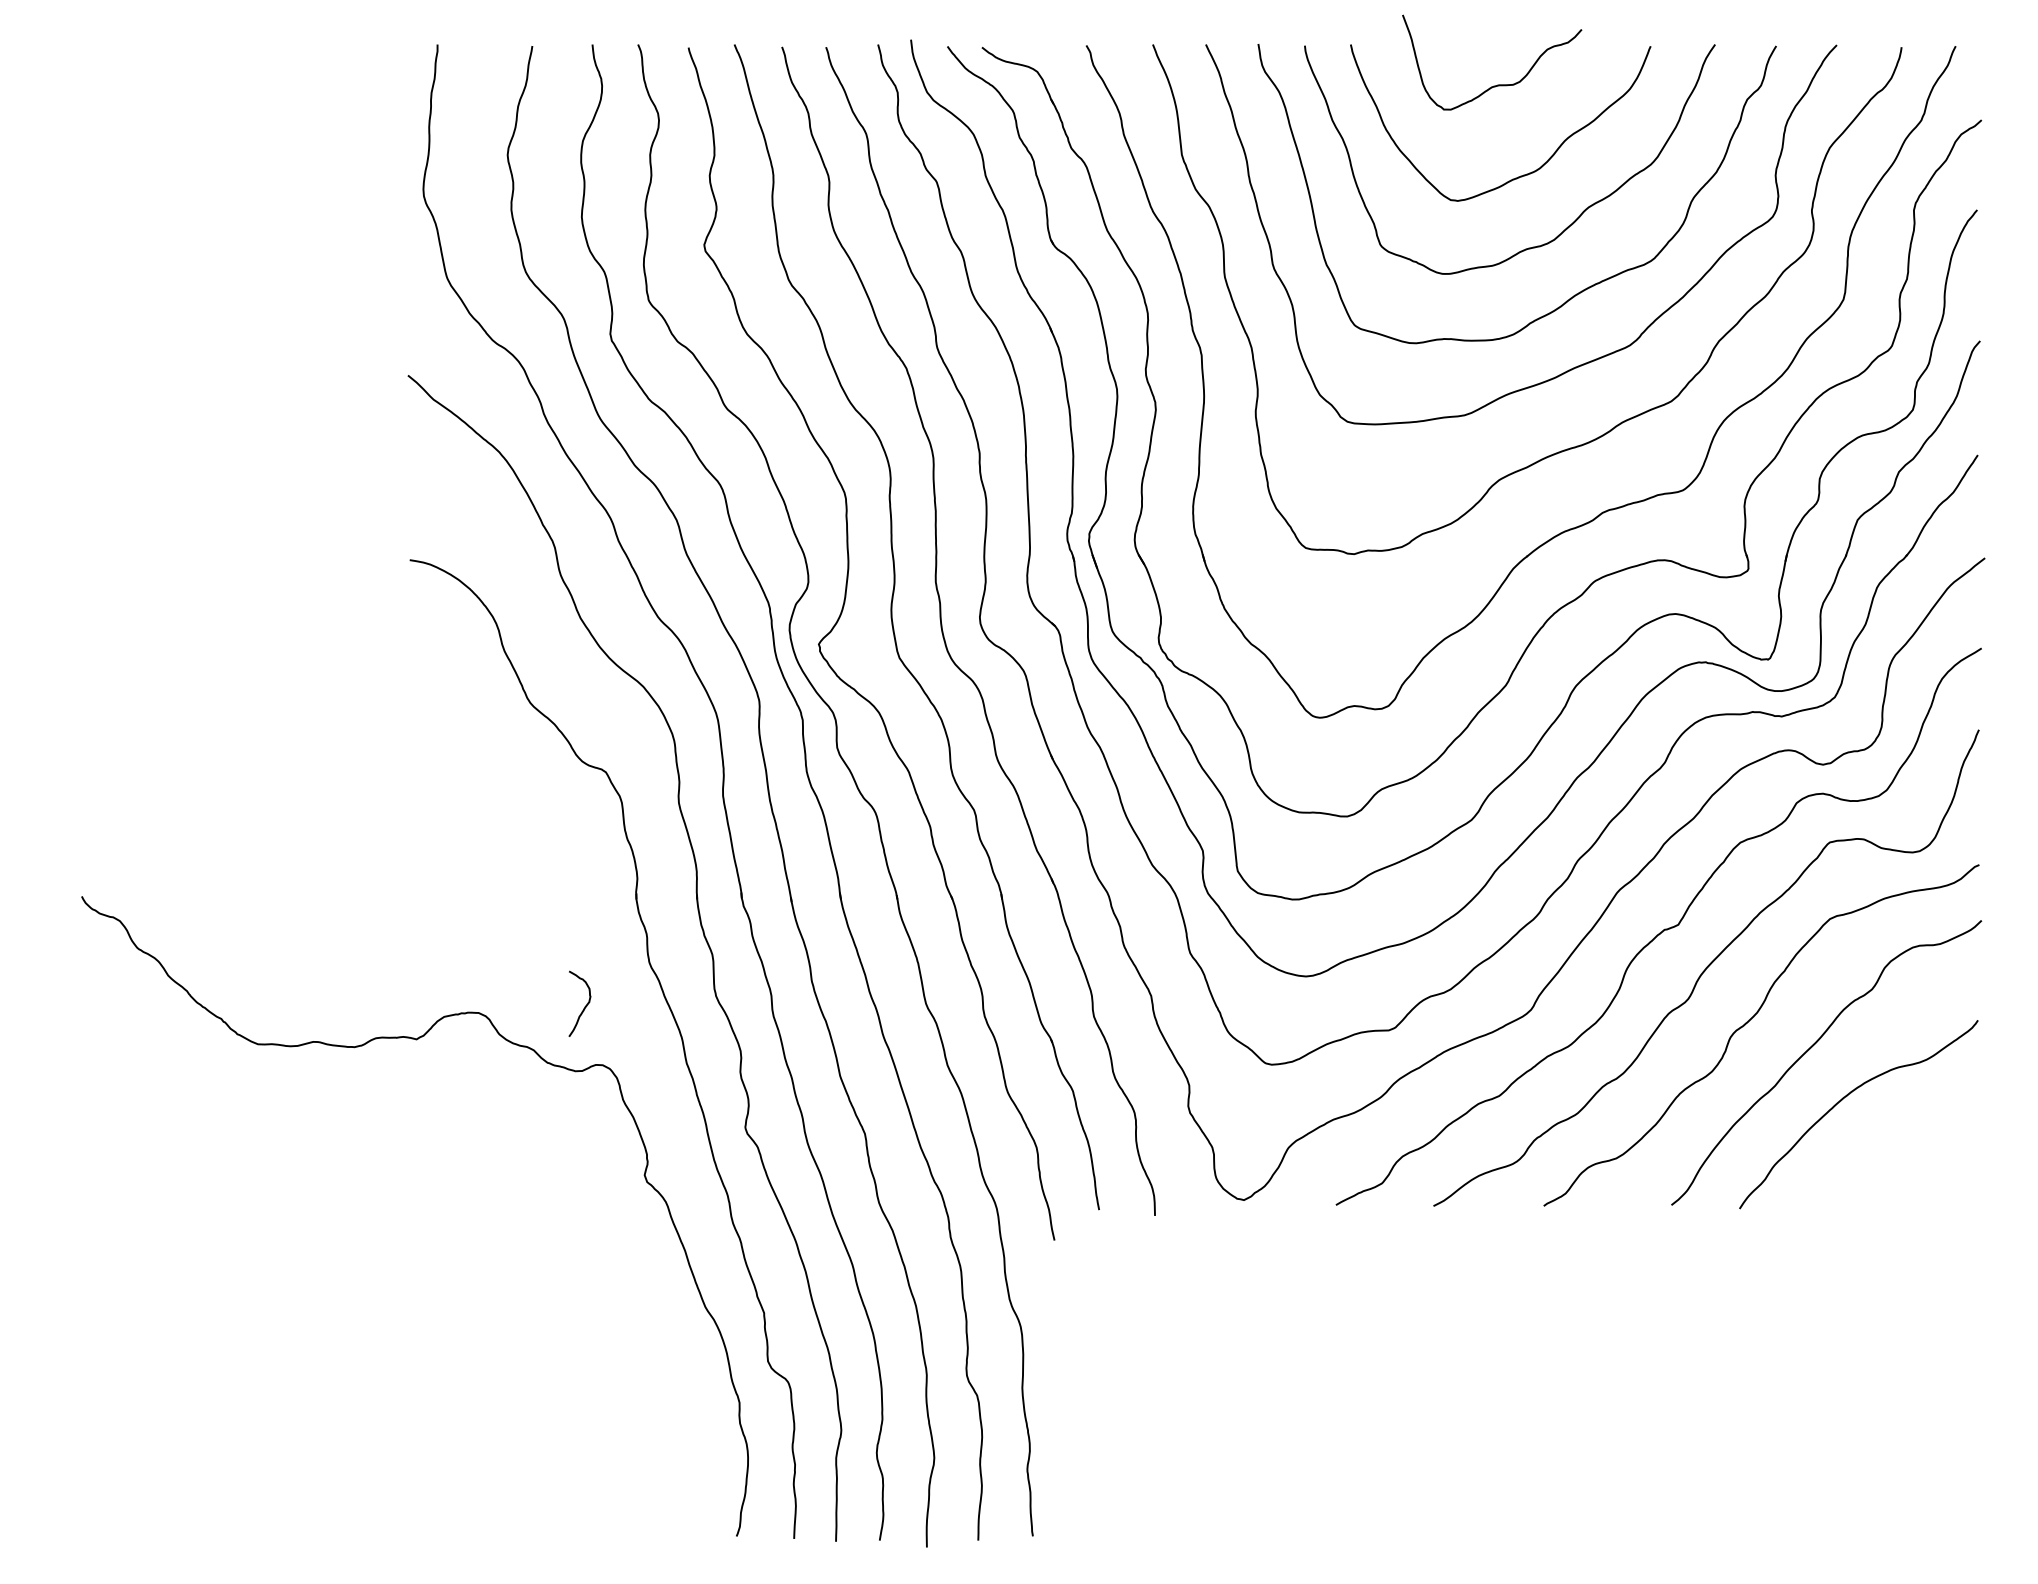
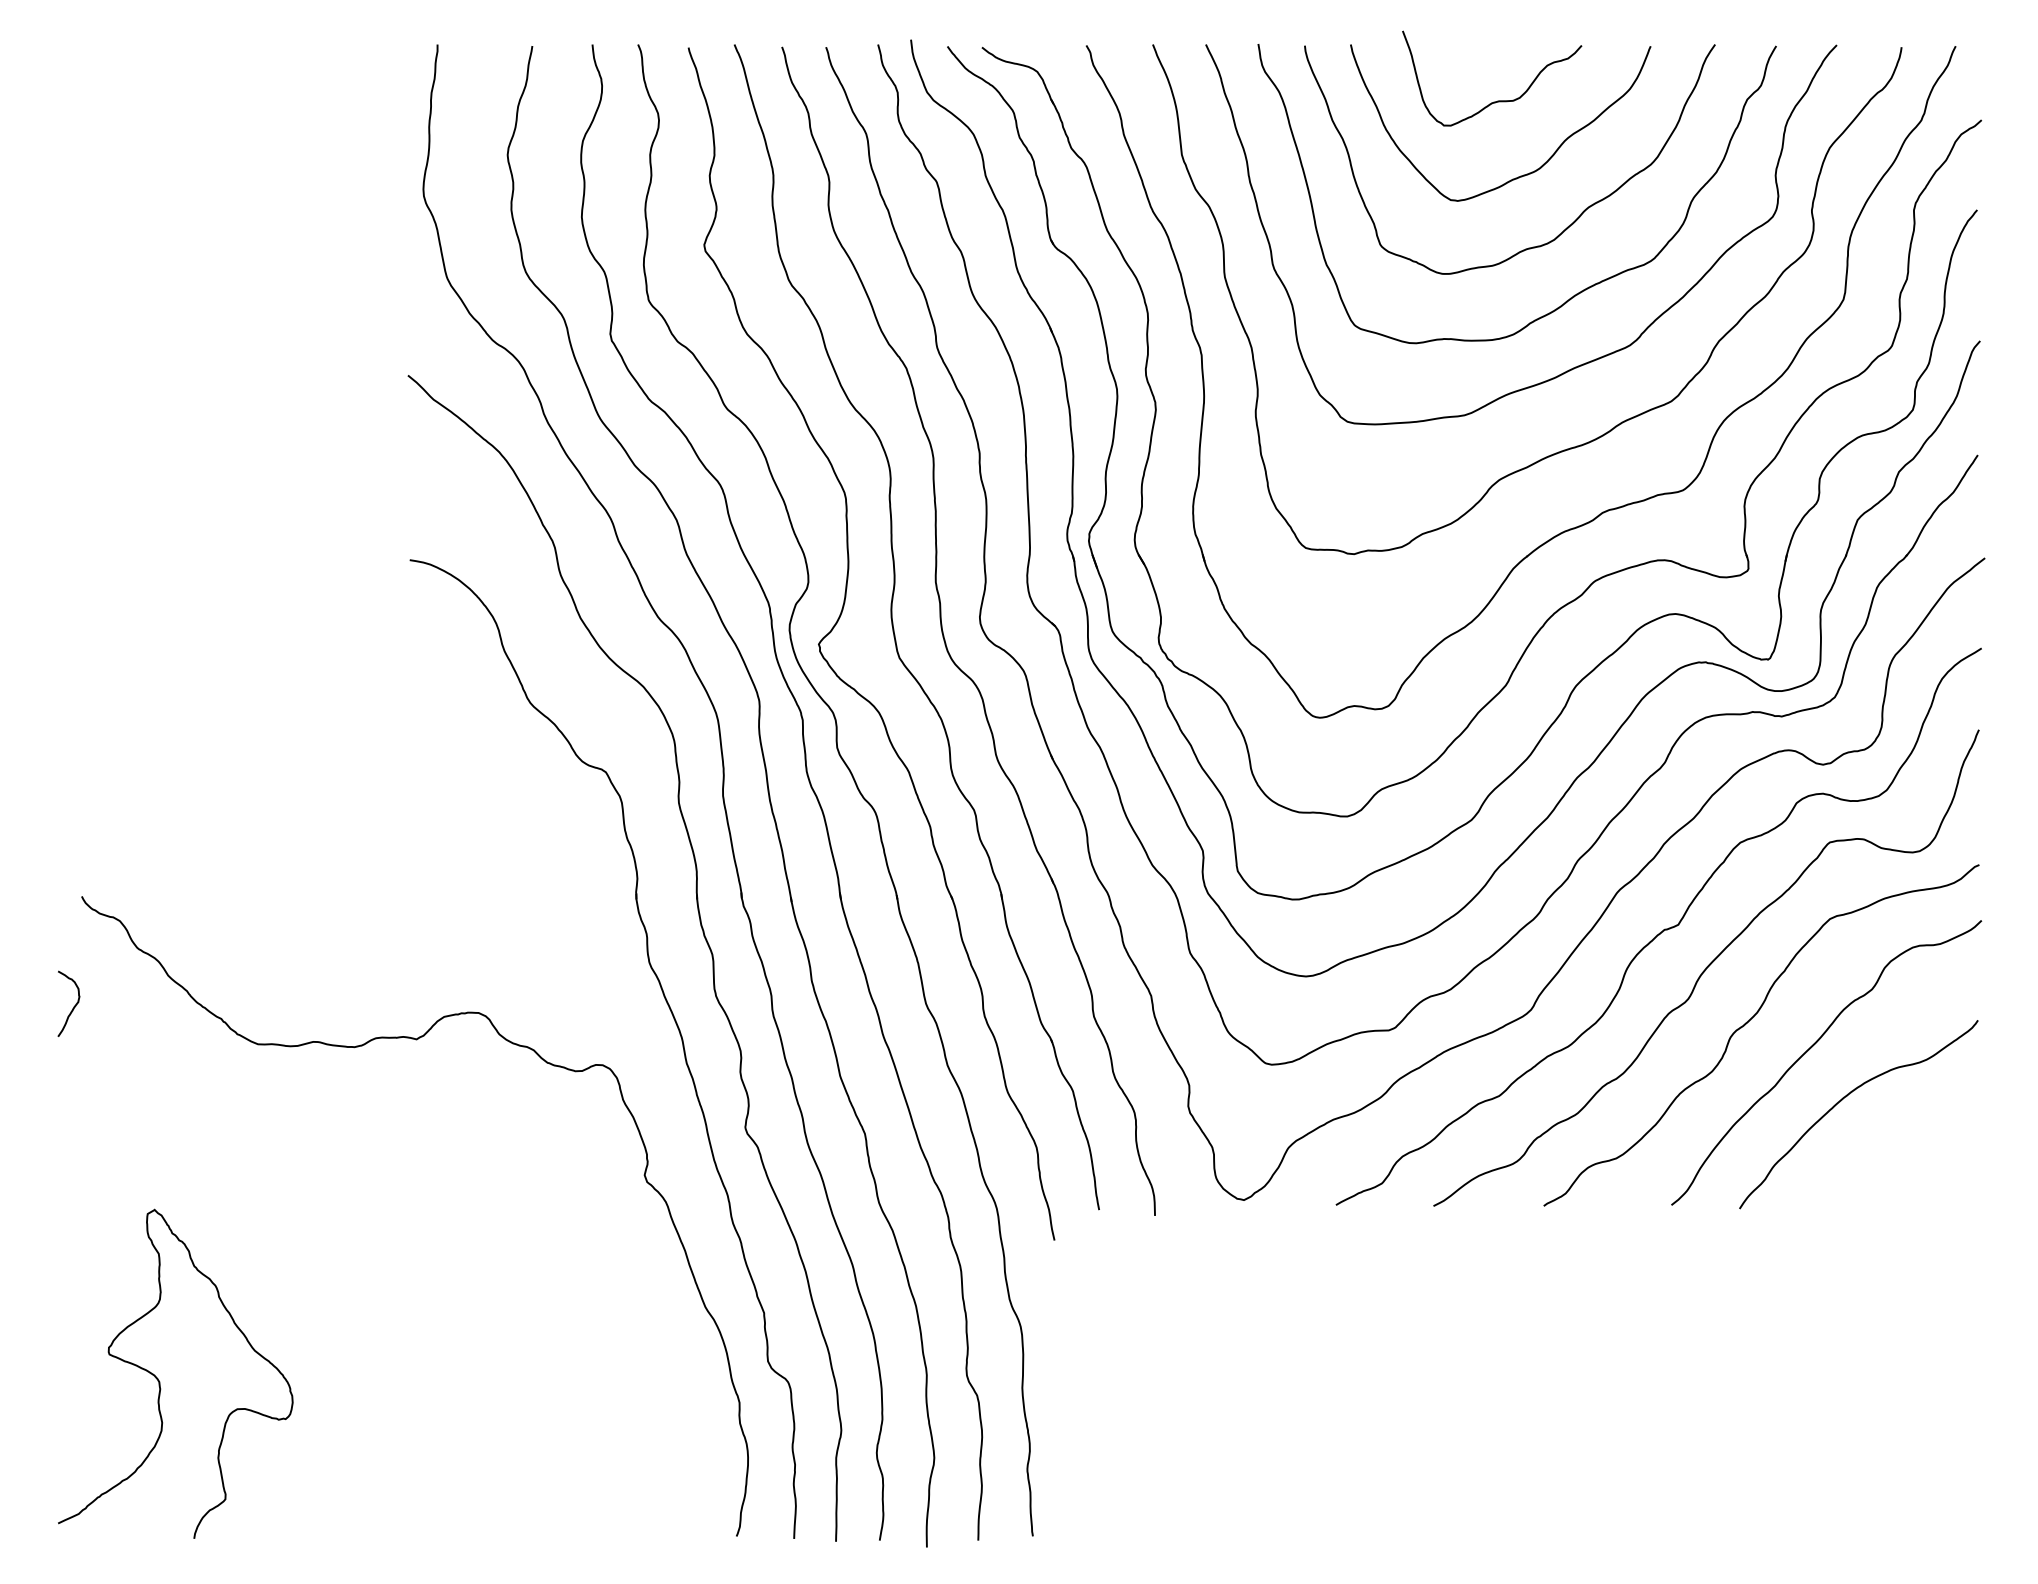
curve at (1497, 84) position: (1497, 84) -> (1497, 100)
curve at (584, 1006) position: (584, 1006) -> (73, 1006)
curve at (159, 1380): none -> present
